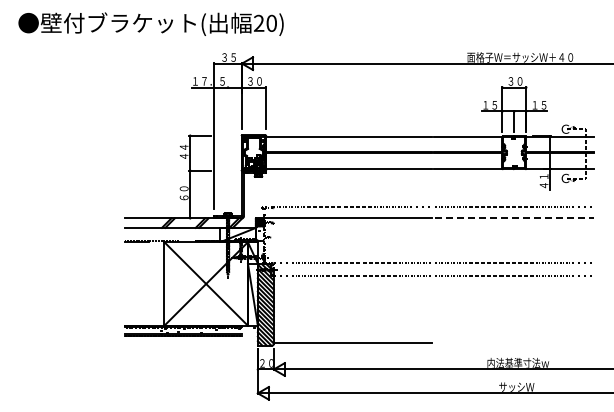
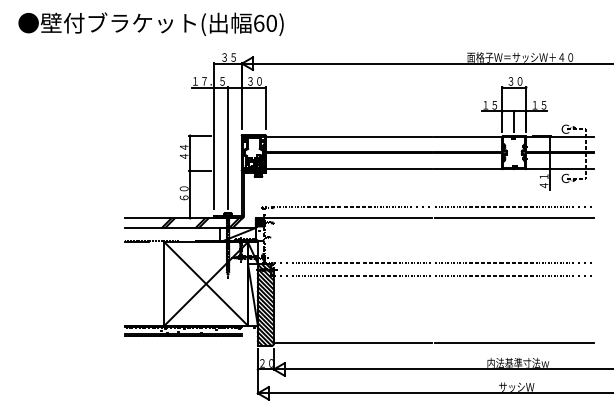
text at (258, 22): 20) -> 60)
line at (228, 147): none -> present
line at (514, 218): dashed -> solid
line at (514, 343): none -> present
